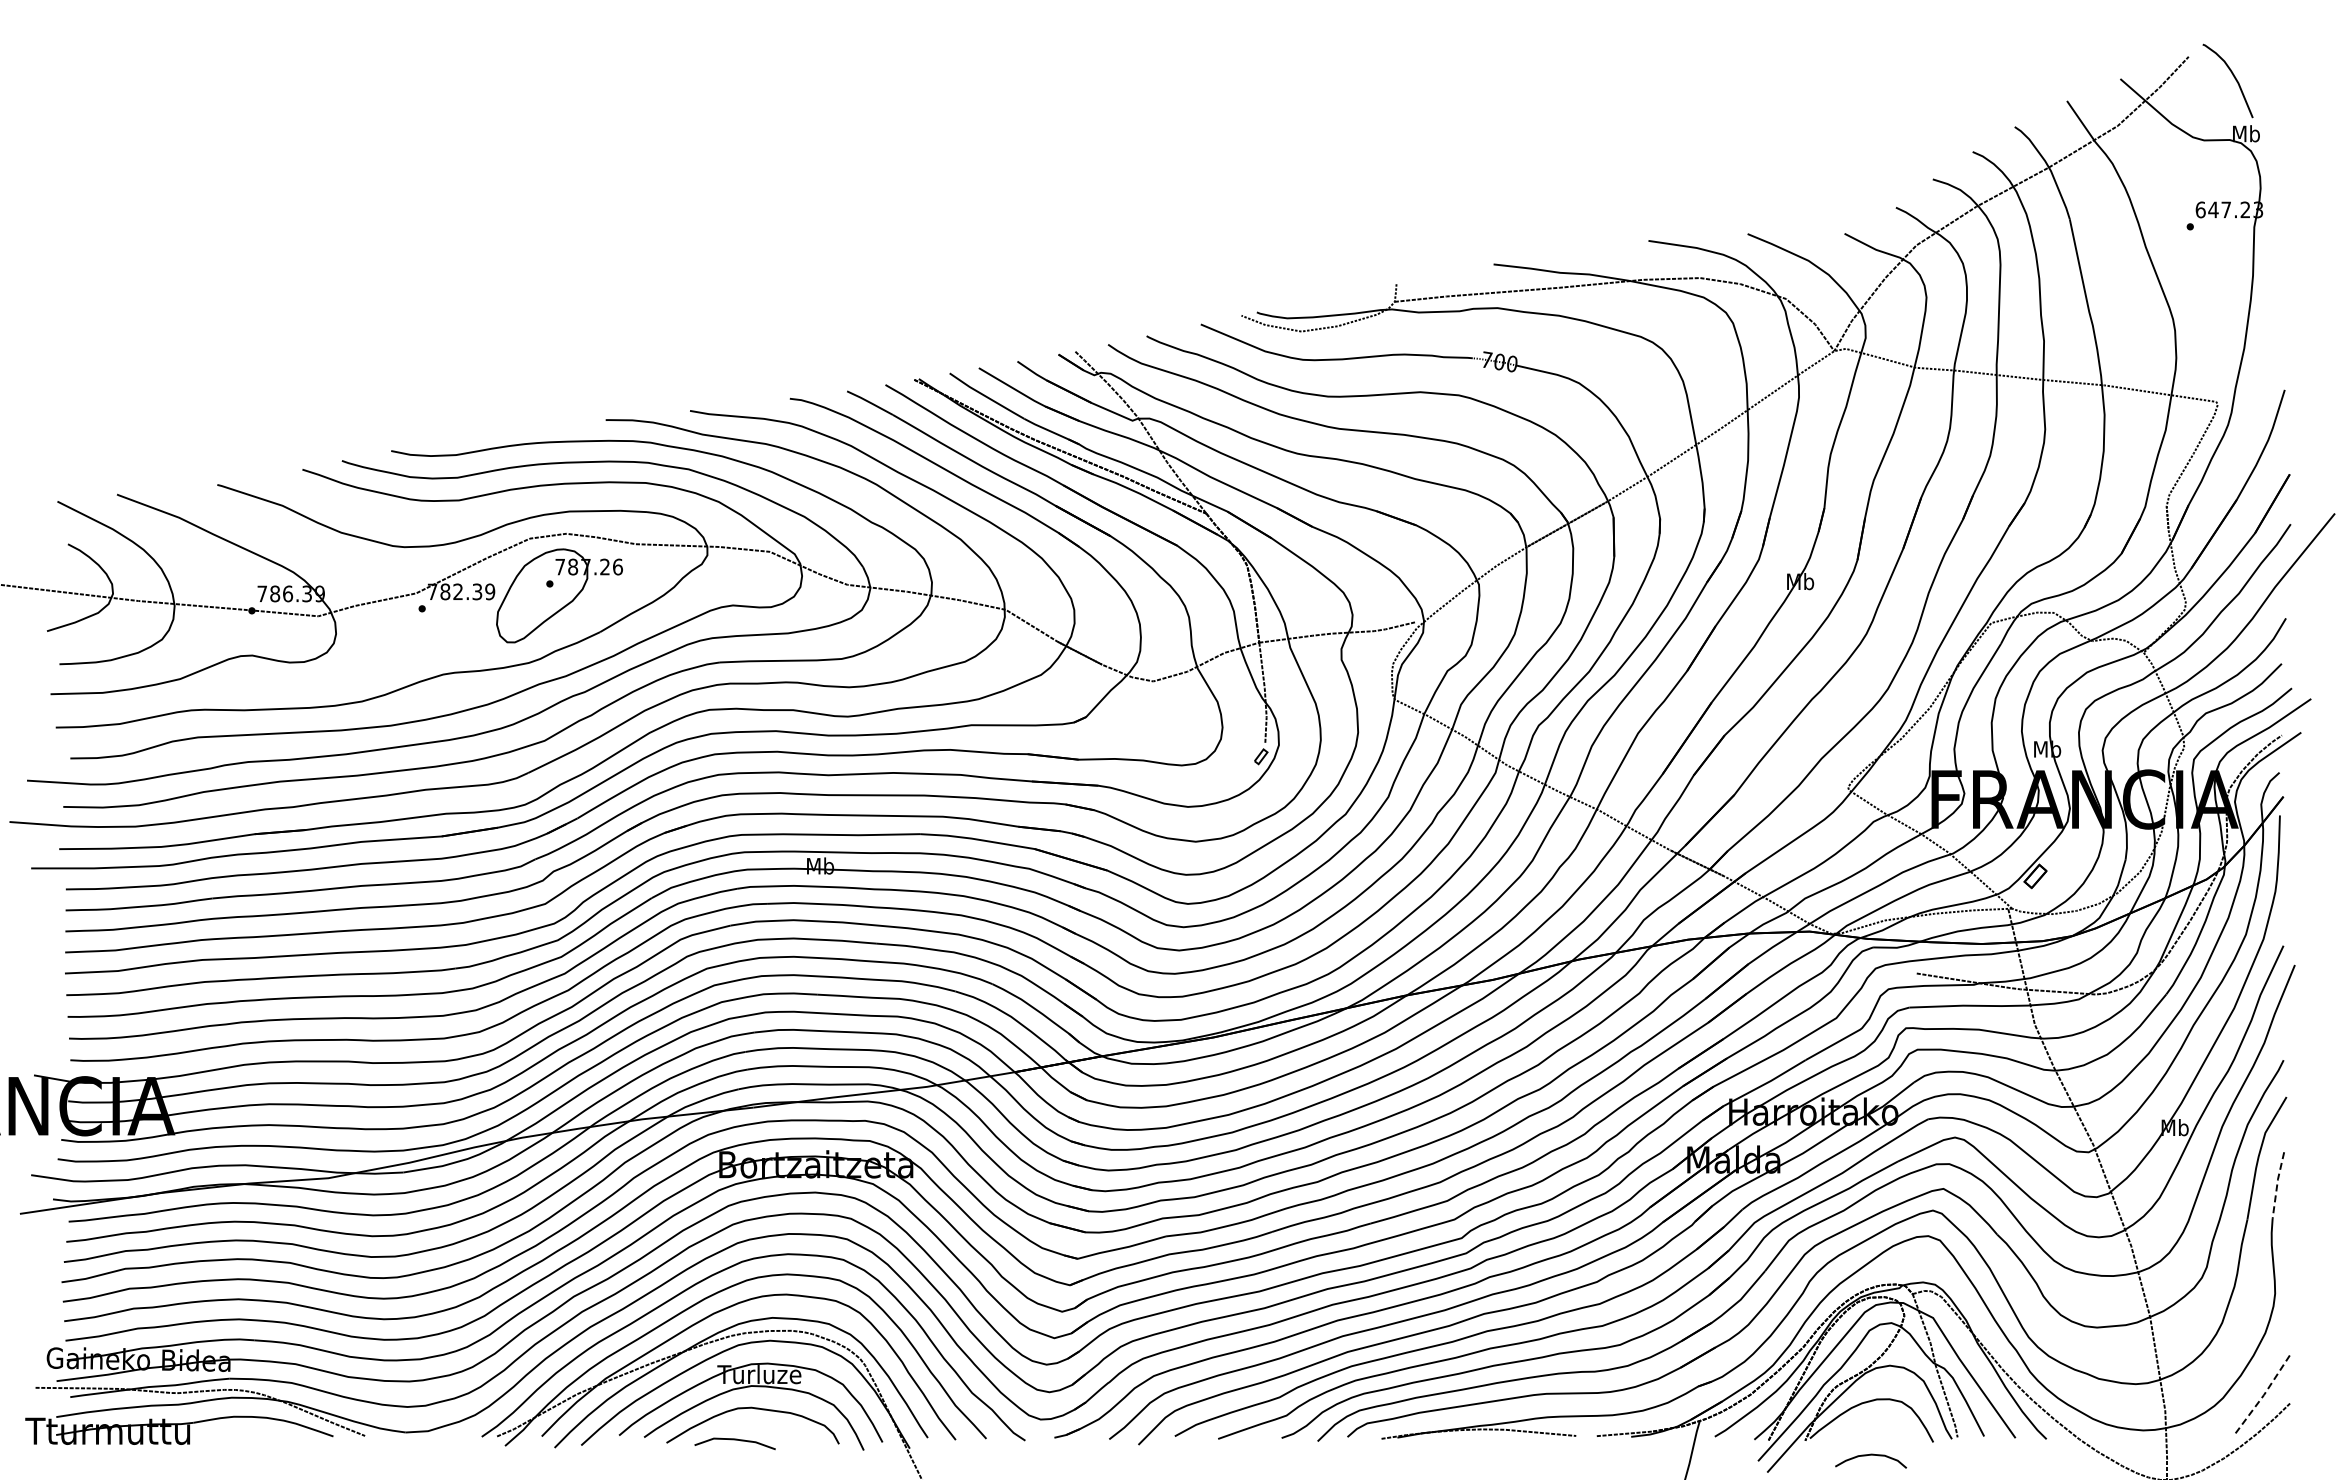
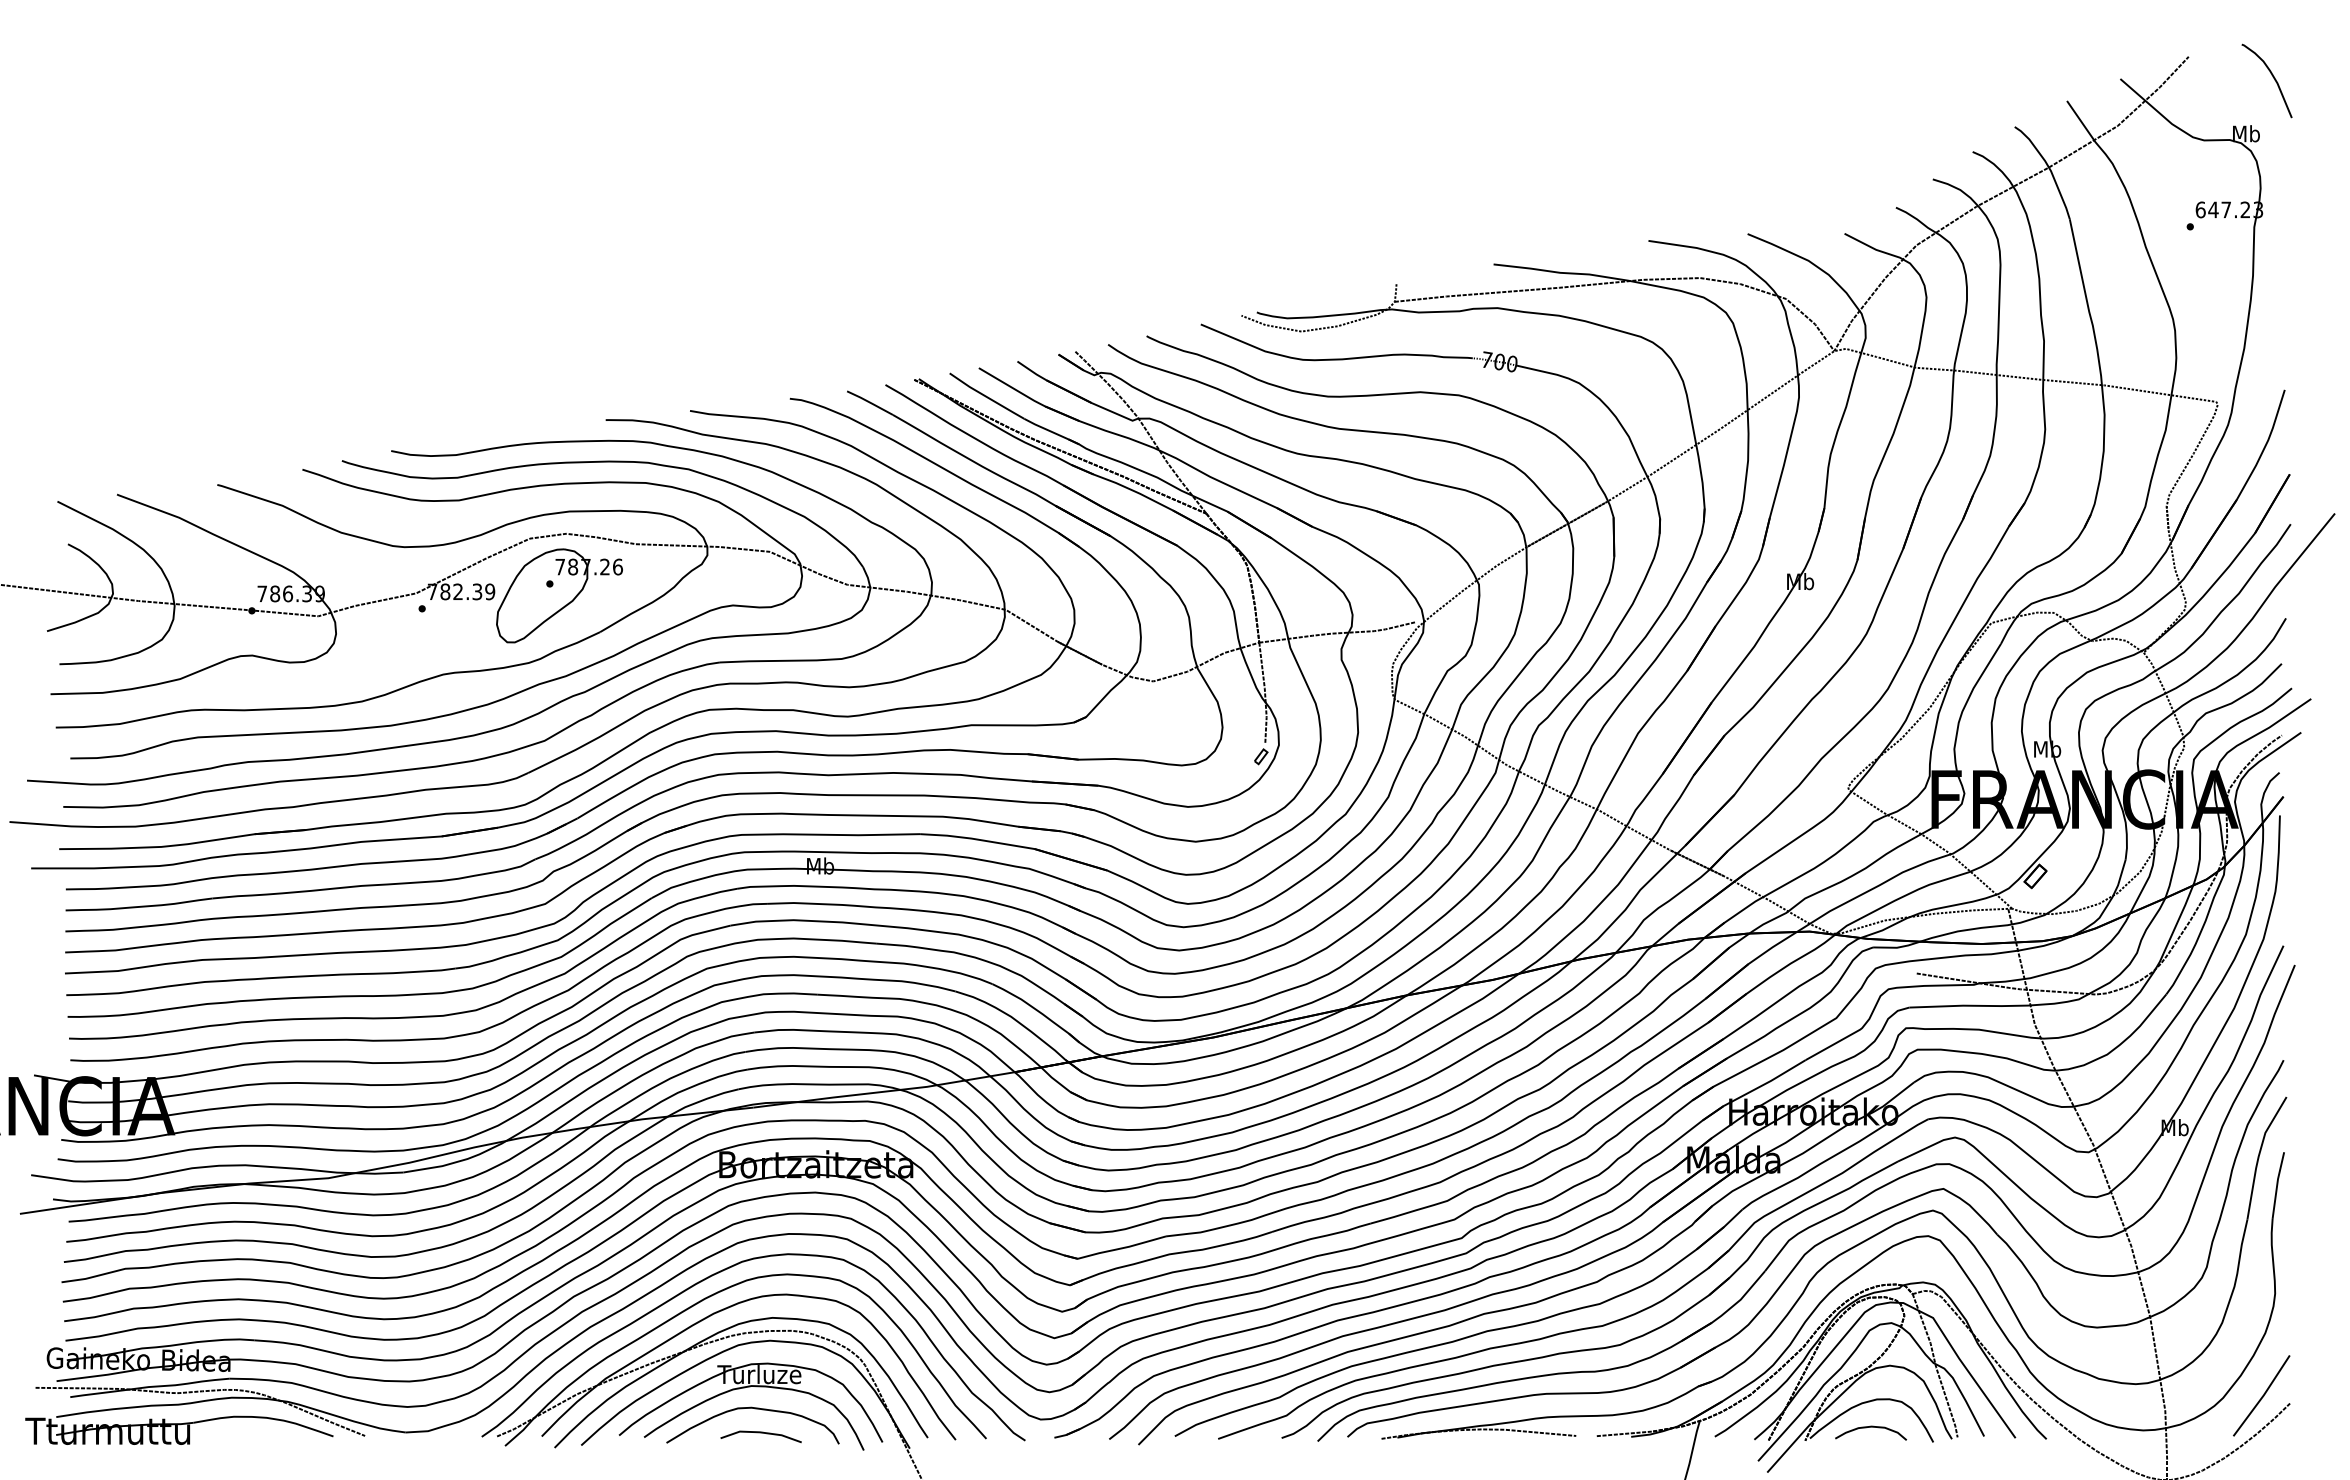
curve at (2233, 77) position: (2233, 77) -> (2272, 77)
line at (2277, 1184): dashed -> solid
line at (2262, 1396): dashed -> solid
line at (734, 1440) position: (734, 1440) -> (760, 1433)
curve at (1870, 1455) position: (1870, 1455) -> (1870, 1427)
